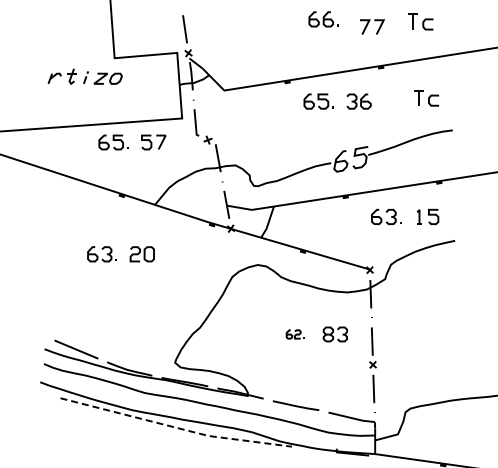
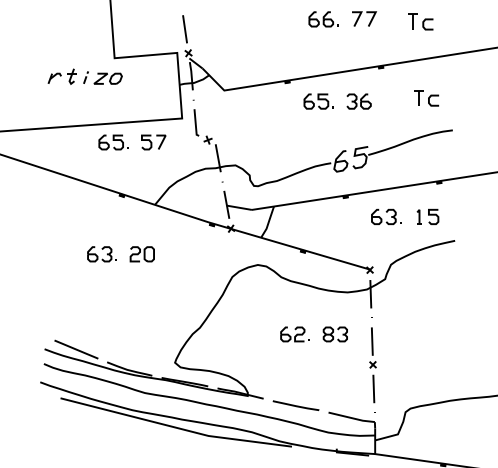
part at (372, 26) position: (372, 26) -> (364, 18)
part at (294, 334) size: 20x11 px -> 30x17 px
line at (176, 427): dashed -> solid
